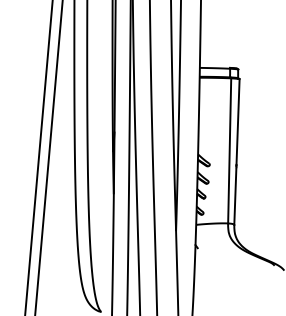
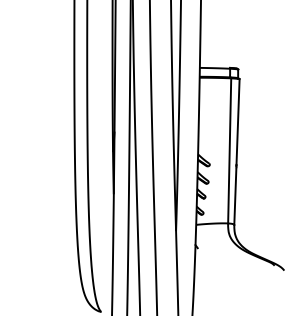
line at (38, 157): present -> none
line at (48, 157): present -> none
